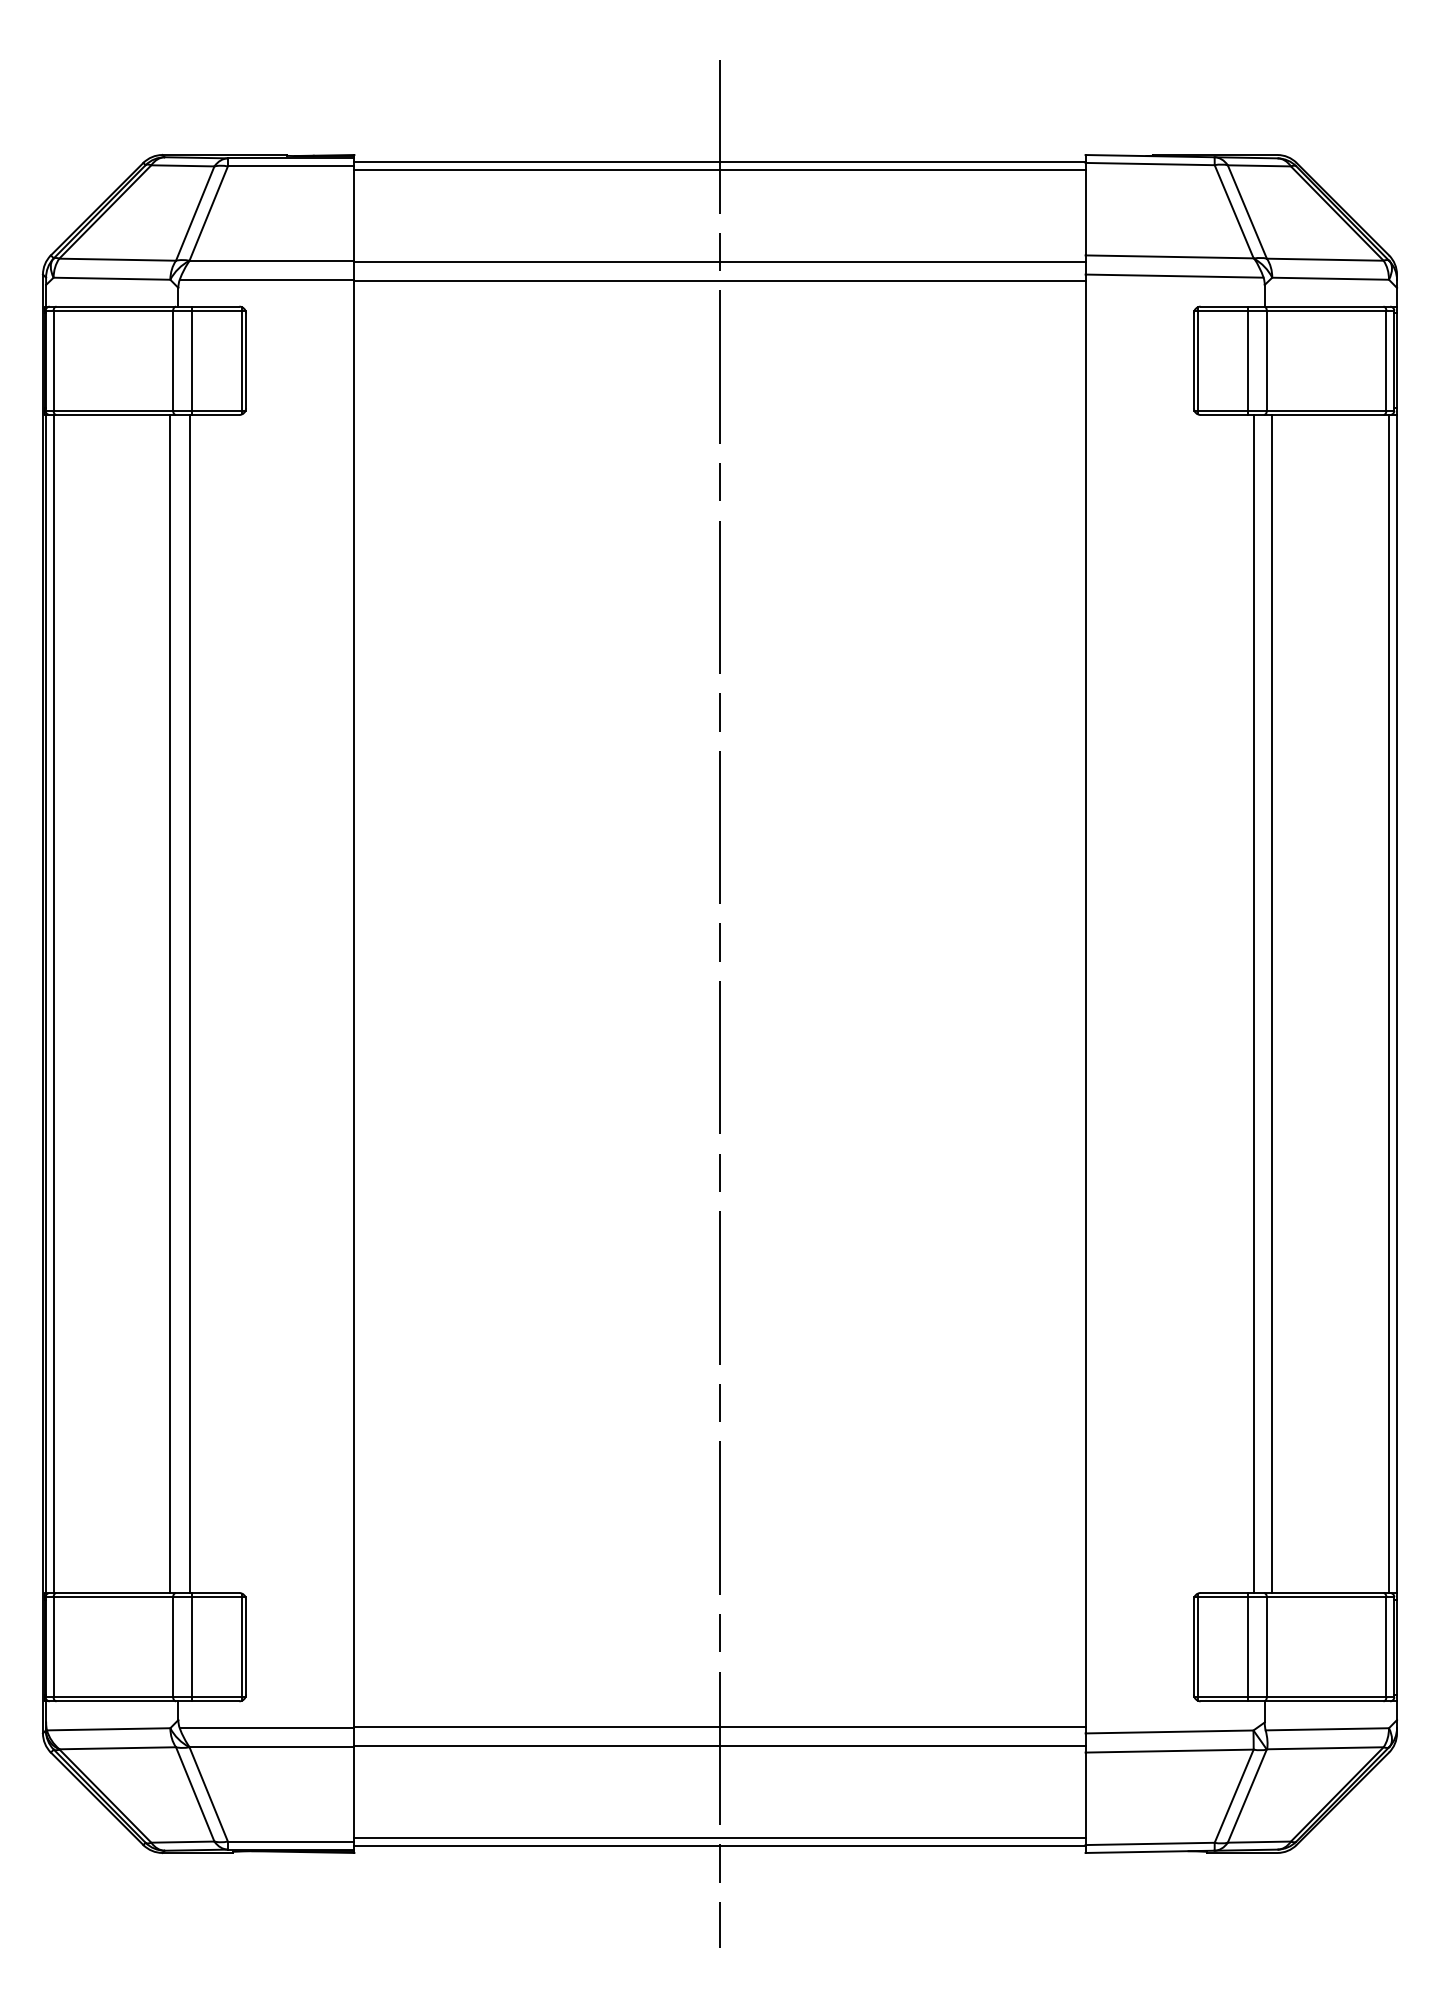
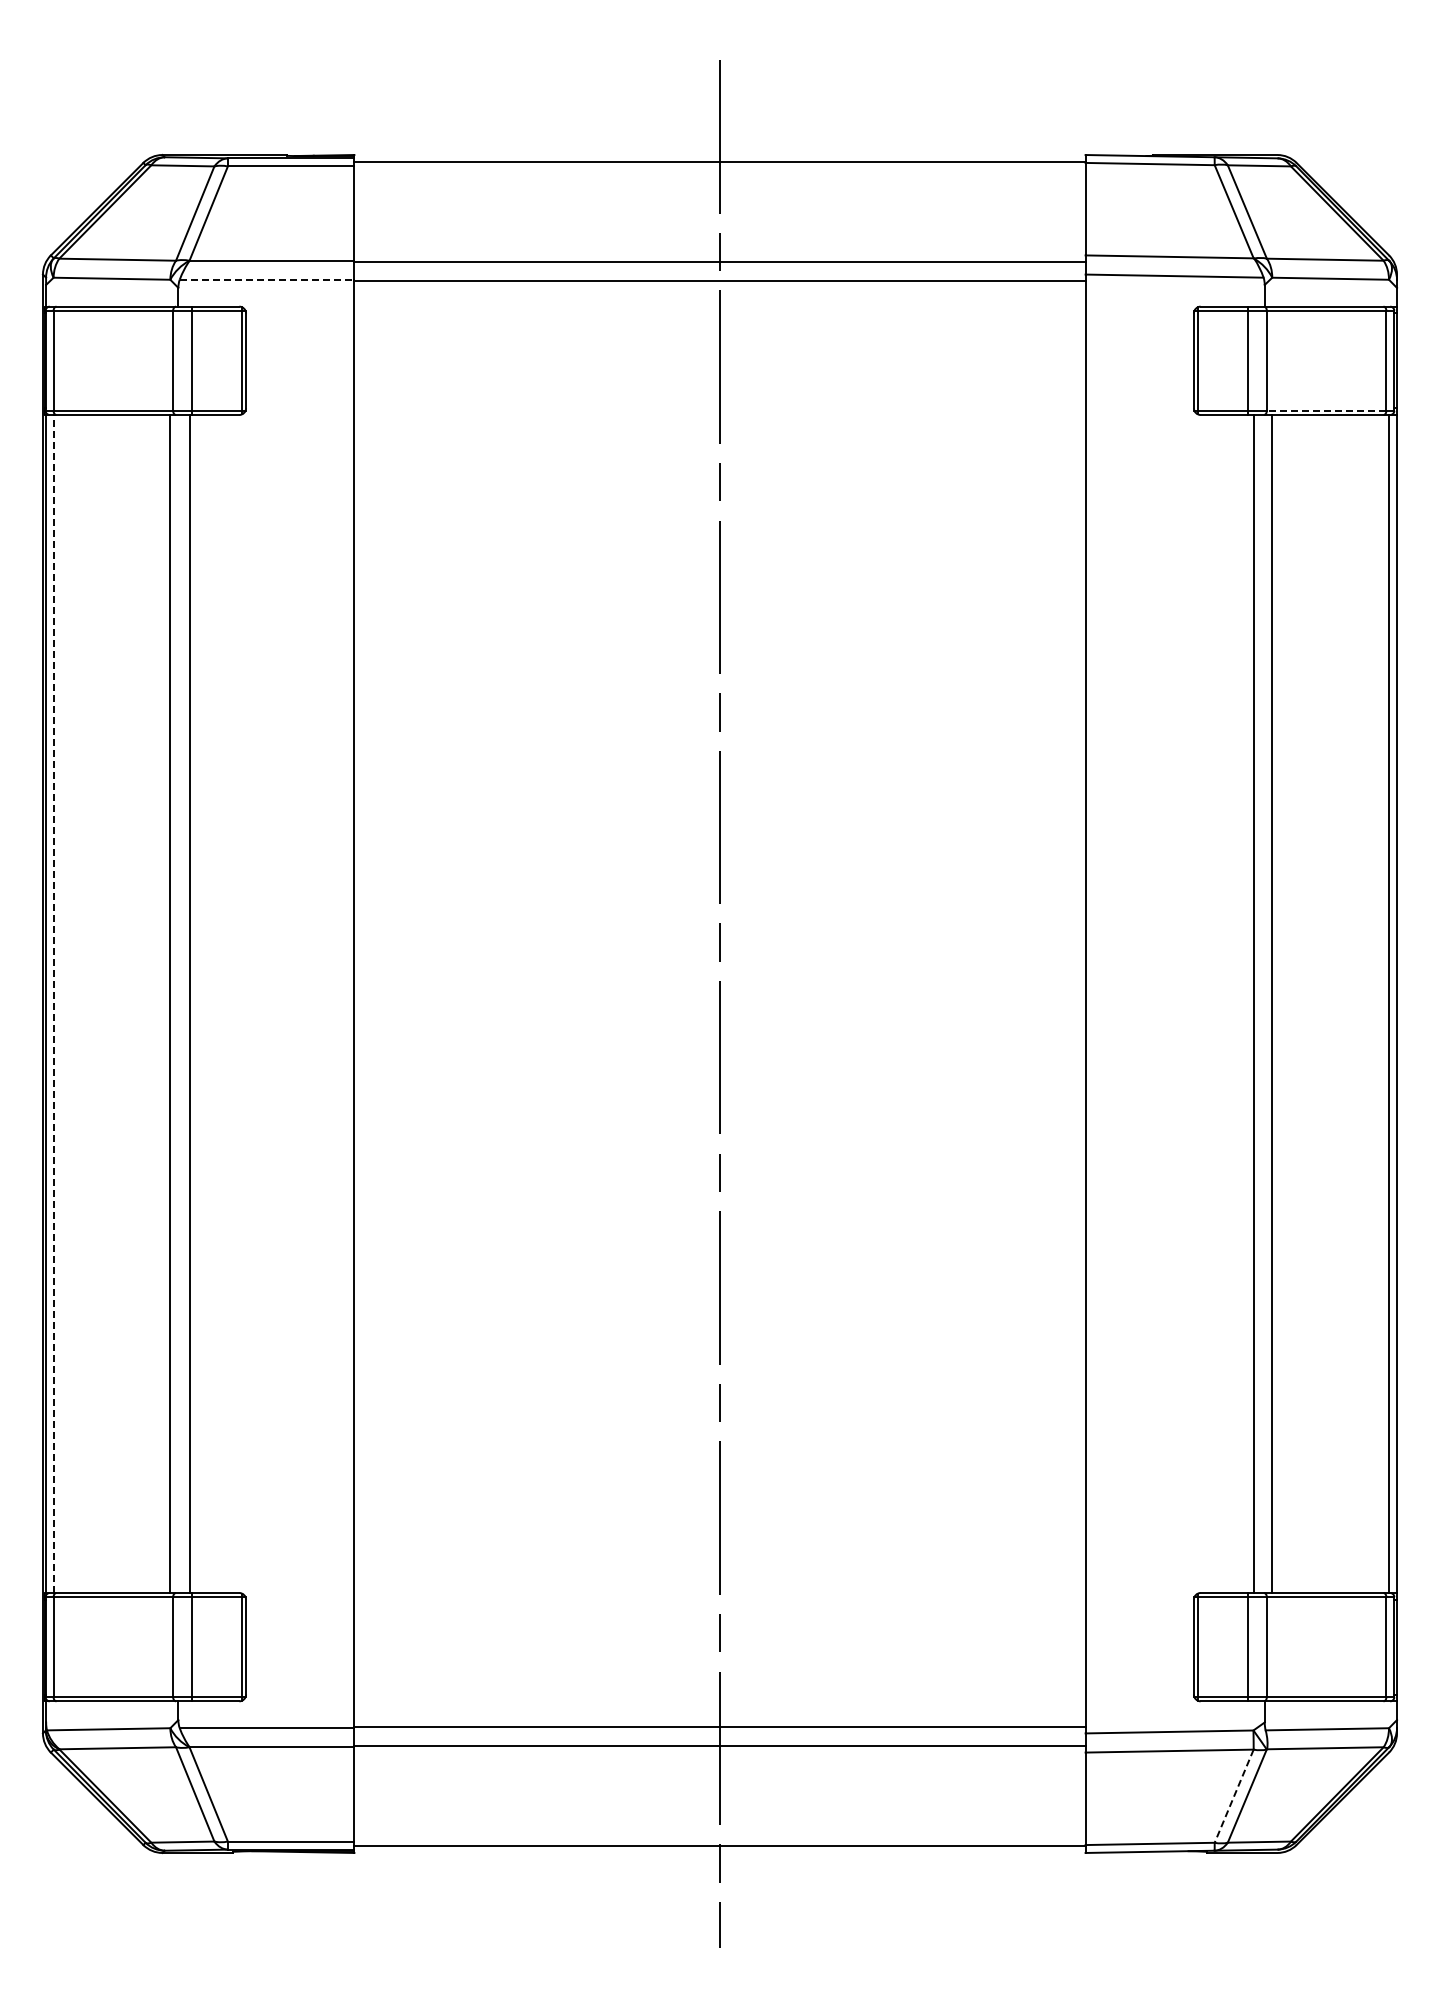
line at (719, 169): present -> none
line at (267, 279): solid -> dashed
line at (1326, 410): solid -> dashed
line at (53, 1003): solid -> dashed
line at (1234, 1796): solid -> dashed
line at (719, 1838): present -> none
